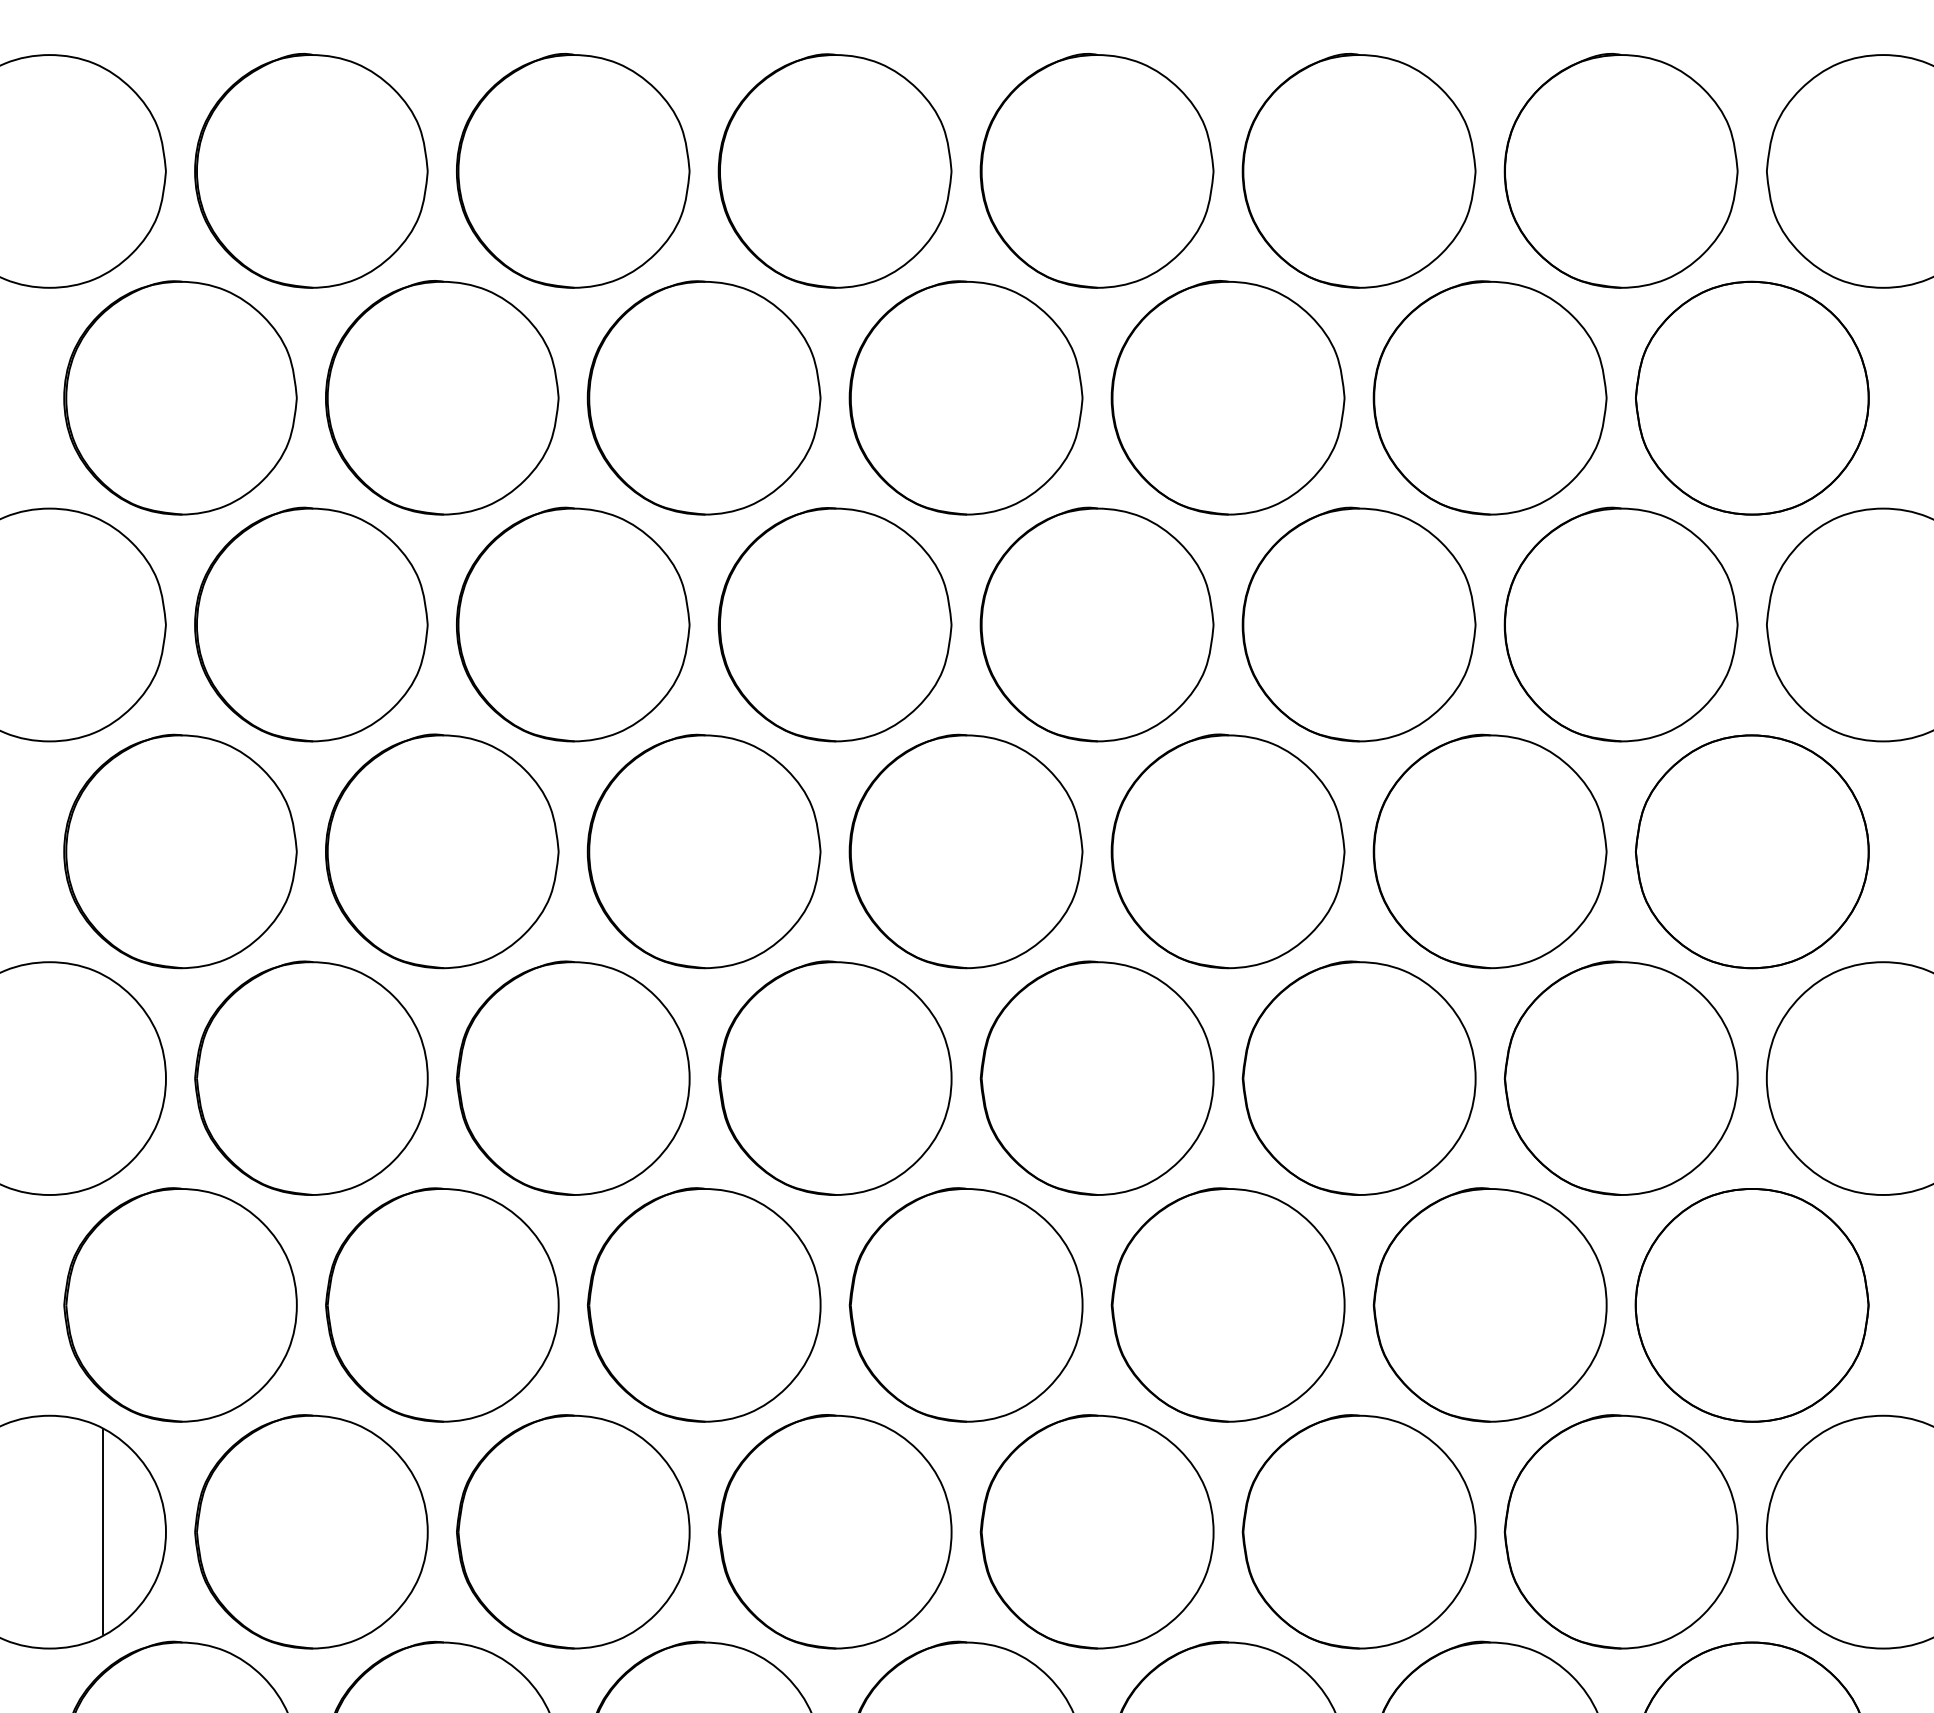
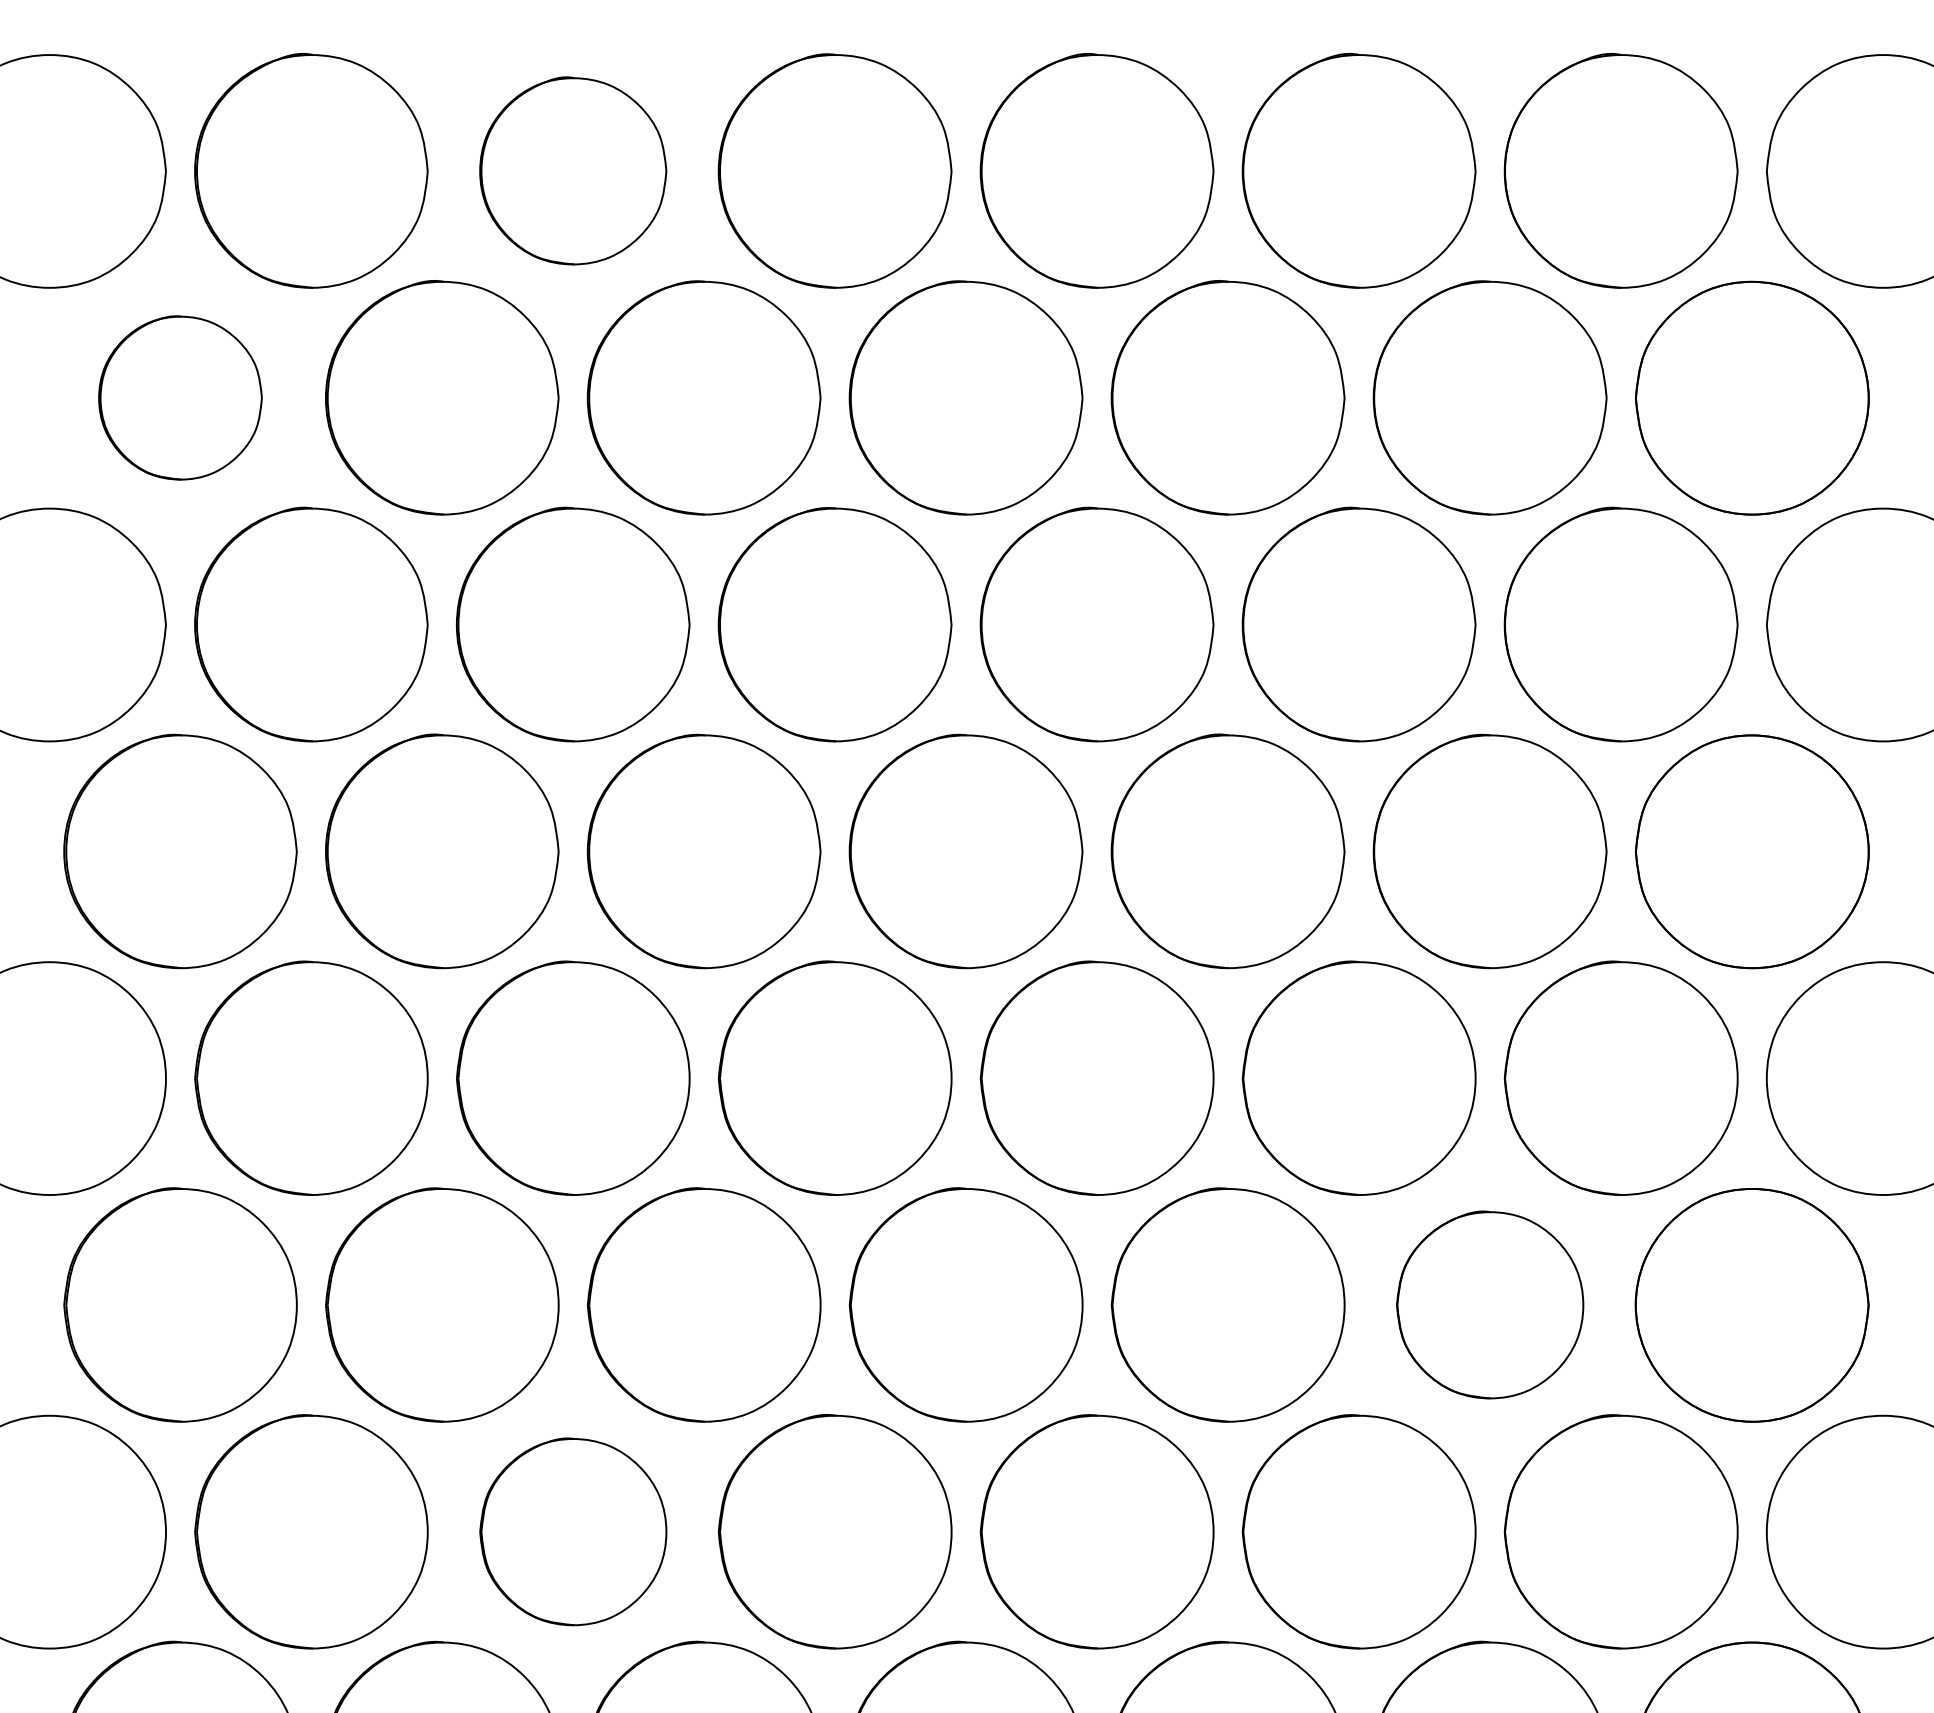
part at (573, 170) size: 235x236 px -> 189x190 px
part at (180, 397) size: 235x236 px -> 165x166 px
part at (1489, 1304) size: 236x236 px -> 189x190 px
line at (103, 1531): present -> none
part at (573, 1531) size: 235x236 px -> 189x190 px
